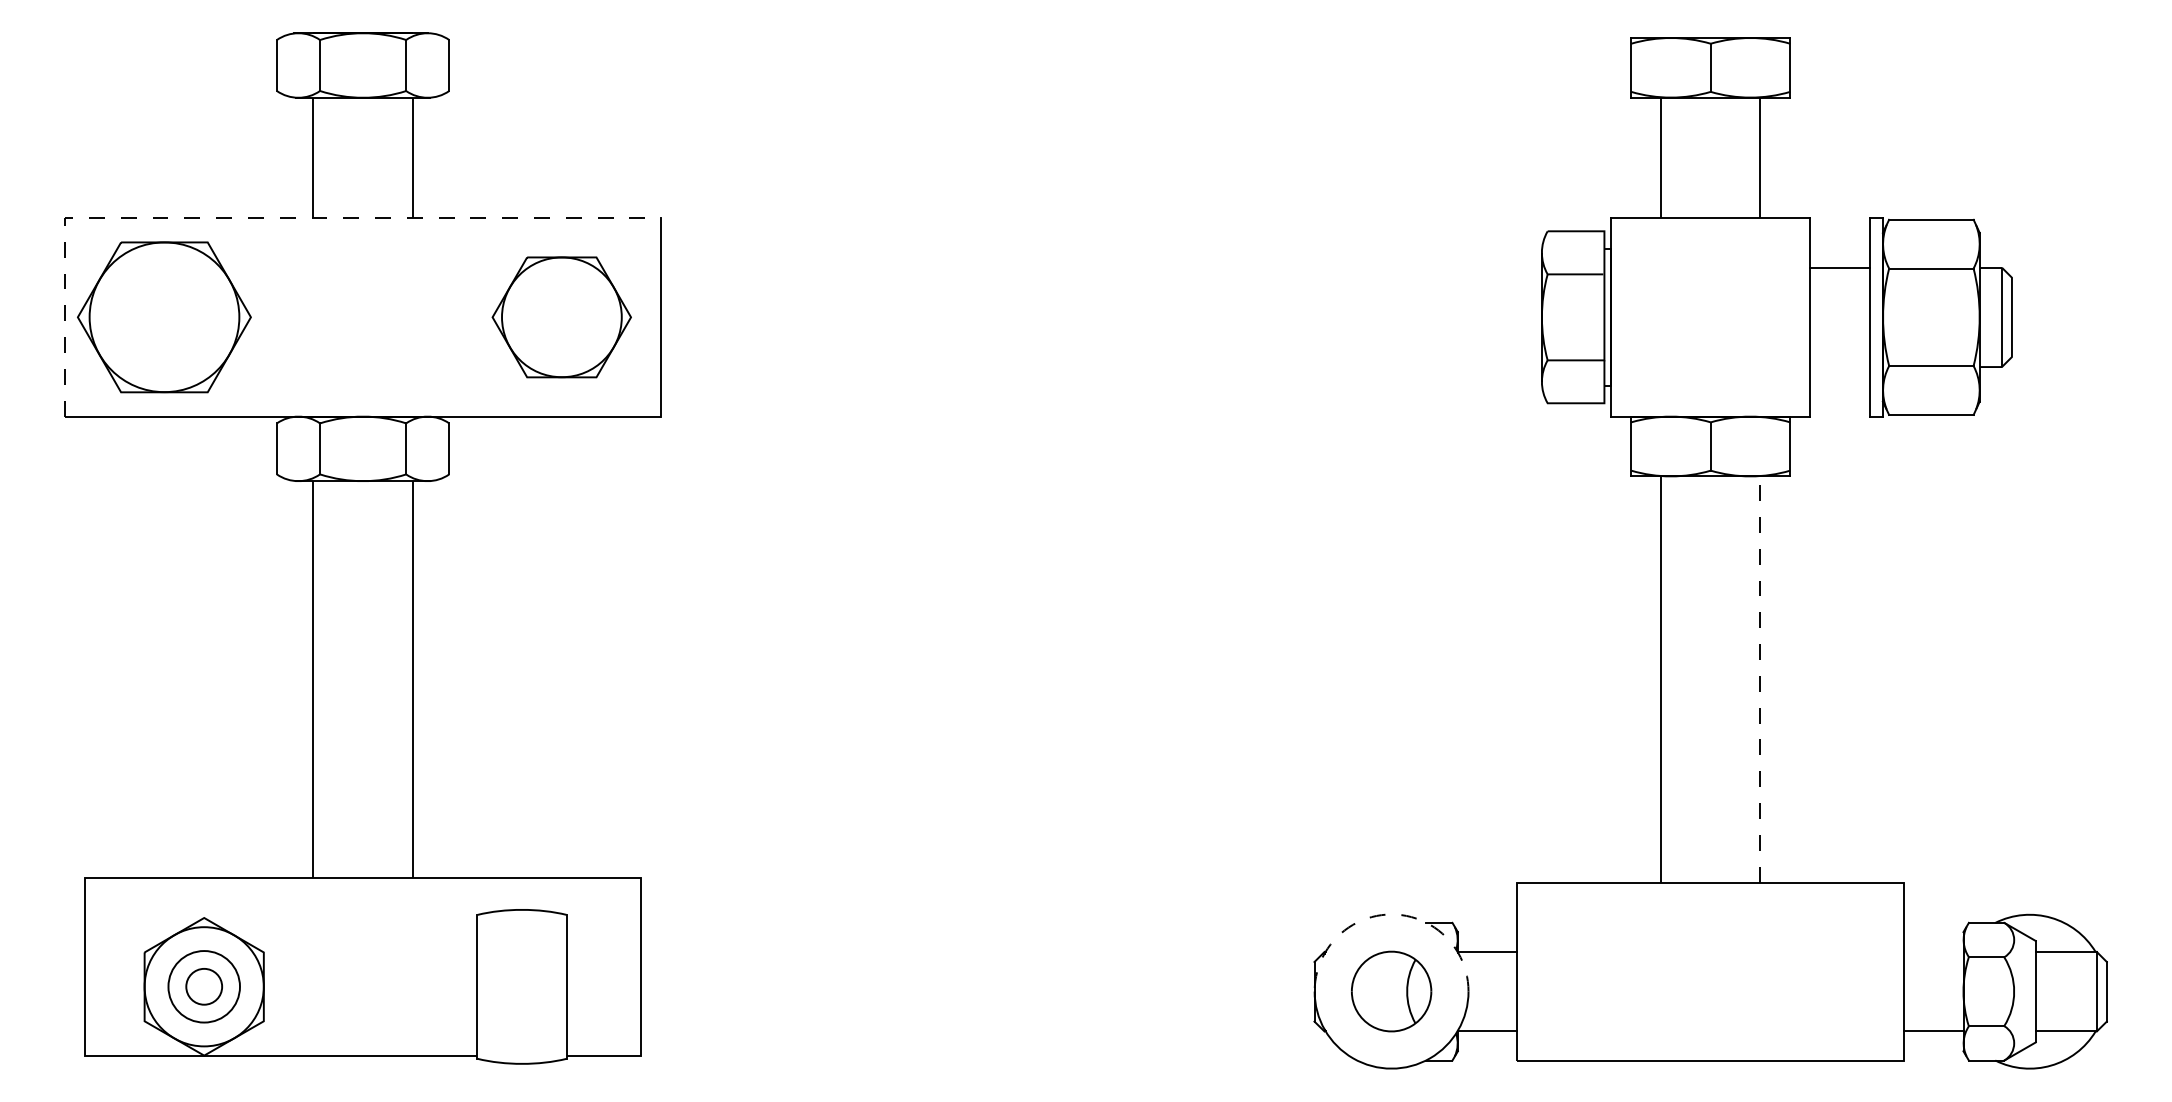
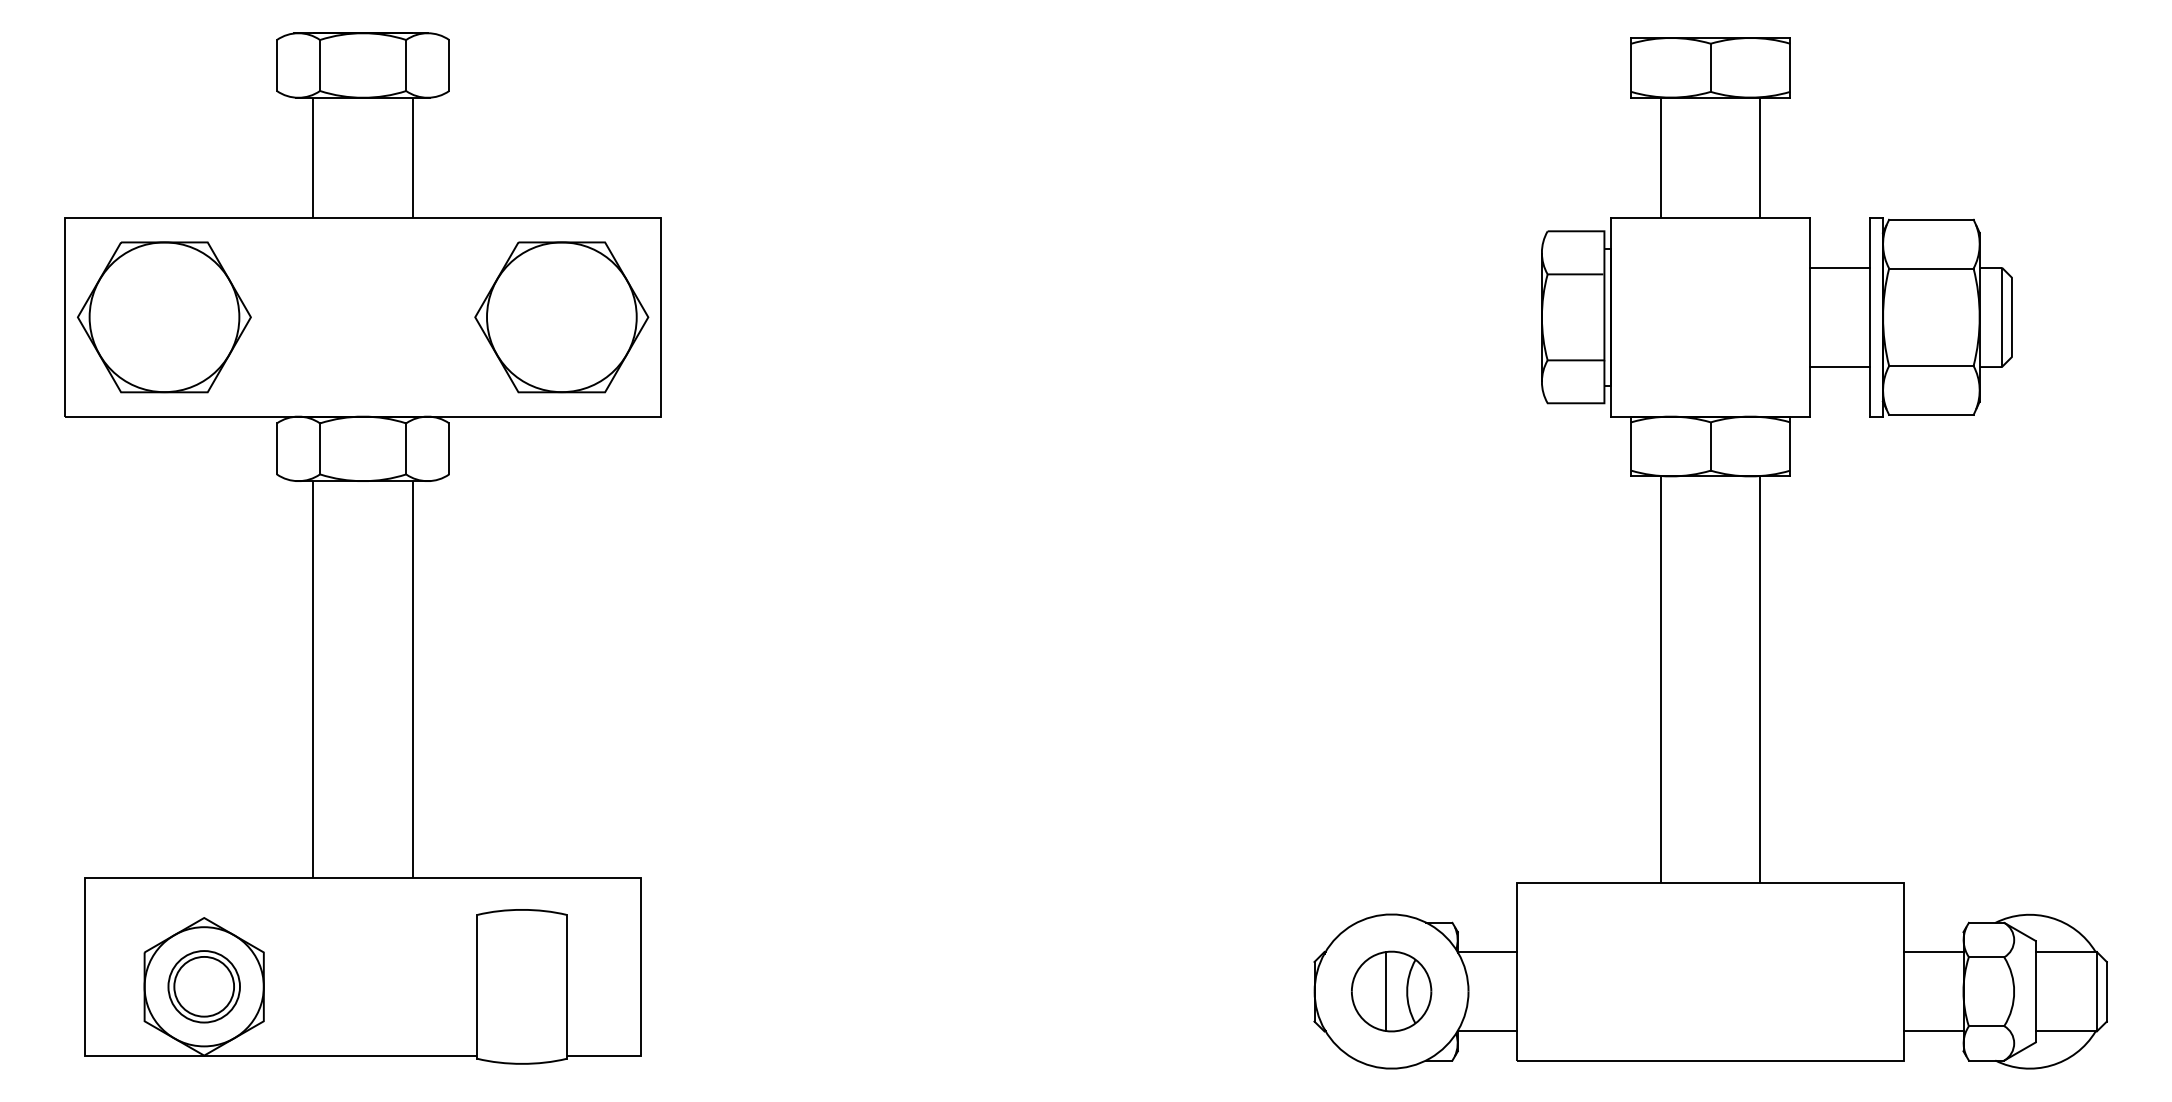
line at (263, 217): dashed -> solid
part at (561, 317) size: 141x123 px -> 176x153 px
line at (1839, 367): none -> present
line at (1760, 678): dashed -> solid
arc at (1391, 914): dashed -> solid
line at (1933, 951): none -> present
circle at (204, 986) diameter: 36 px -> 60 px
line at (1385, 991): none -> present
